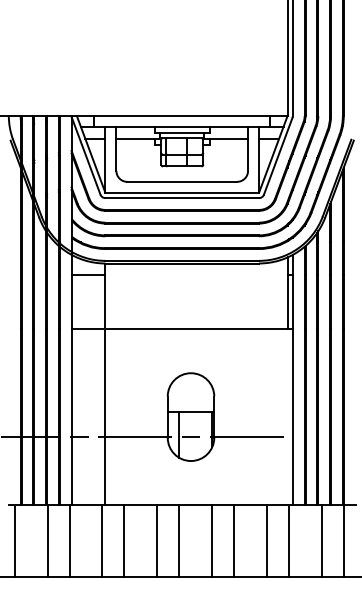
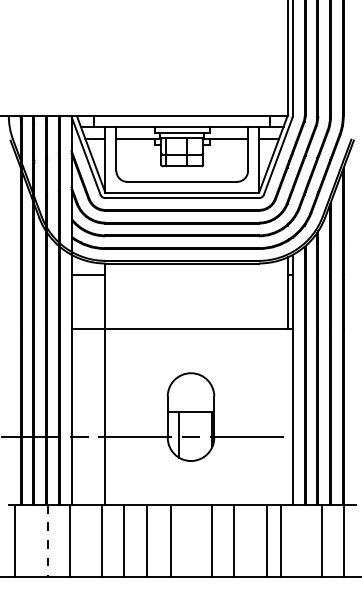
line at (157, 540) position: (157, 540) -> (147, 540)
line at (179, 540) position: (179, 540) -> (171, 540)
line at (289, 540) position: (289, 540) -> (281, 540)
line at (47, 541): solid -> dashed
